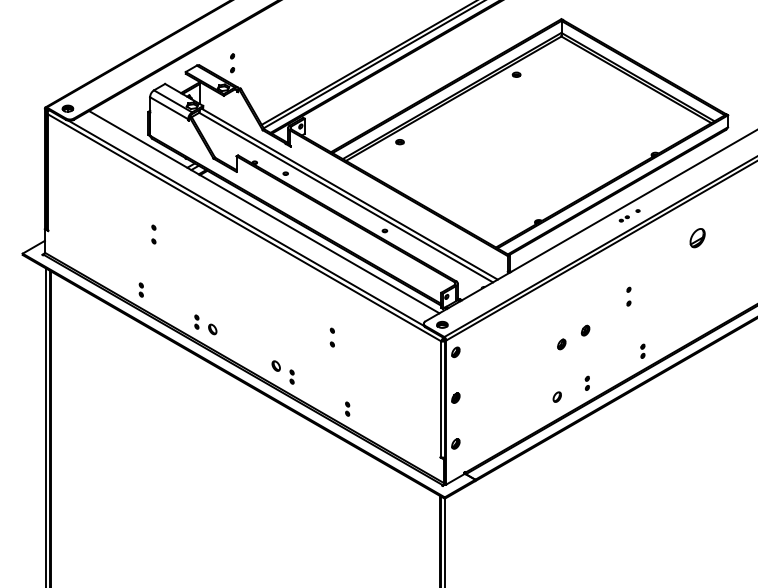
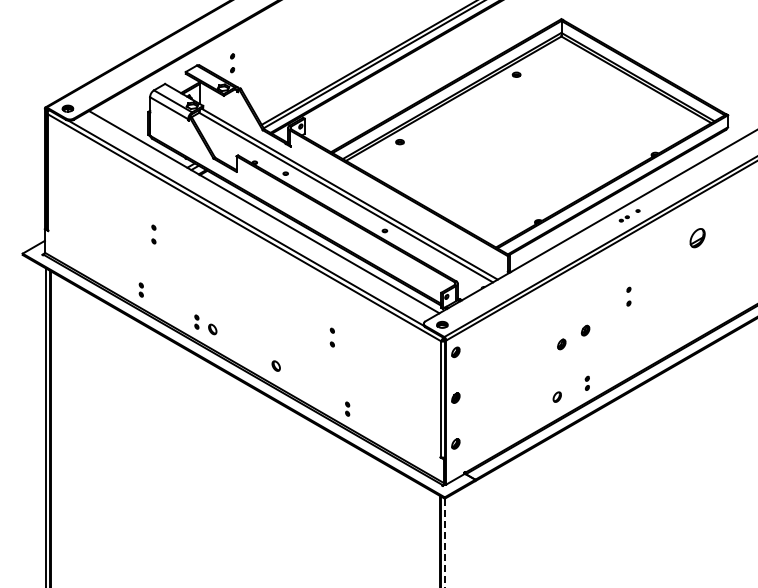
part at (642, 350): present -> none
part at (291, 376): present -> none
line at (445, 543): solid -> dashed
